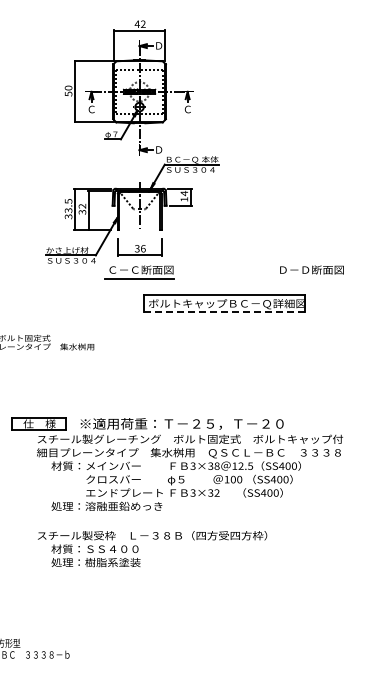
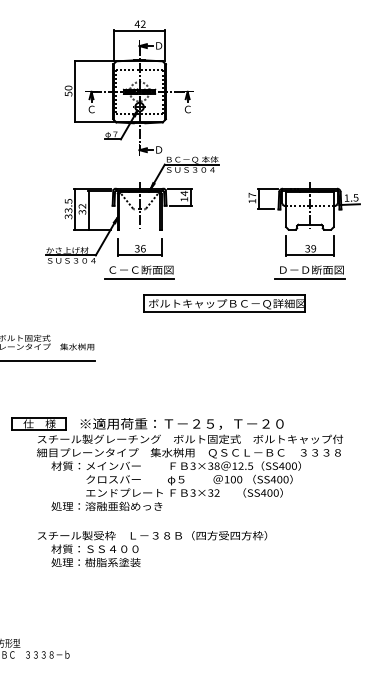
part at (304, 219): none -> present
line at (309, 278): none -> present
line at (224, 312): dashed -> solid
line at (48, 360): none -> present
